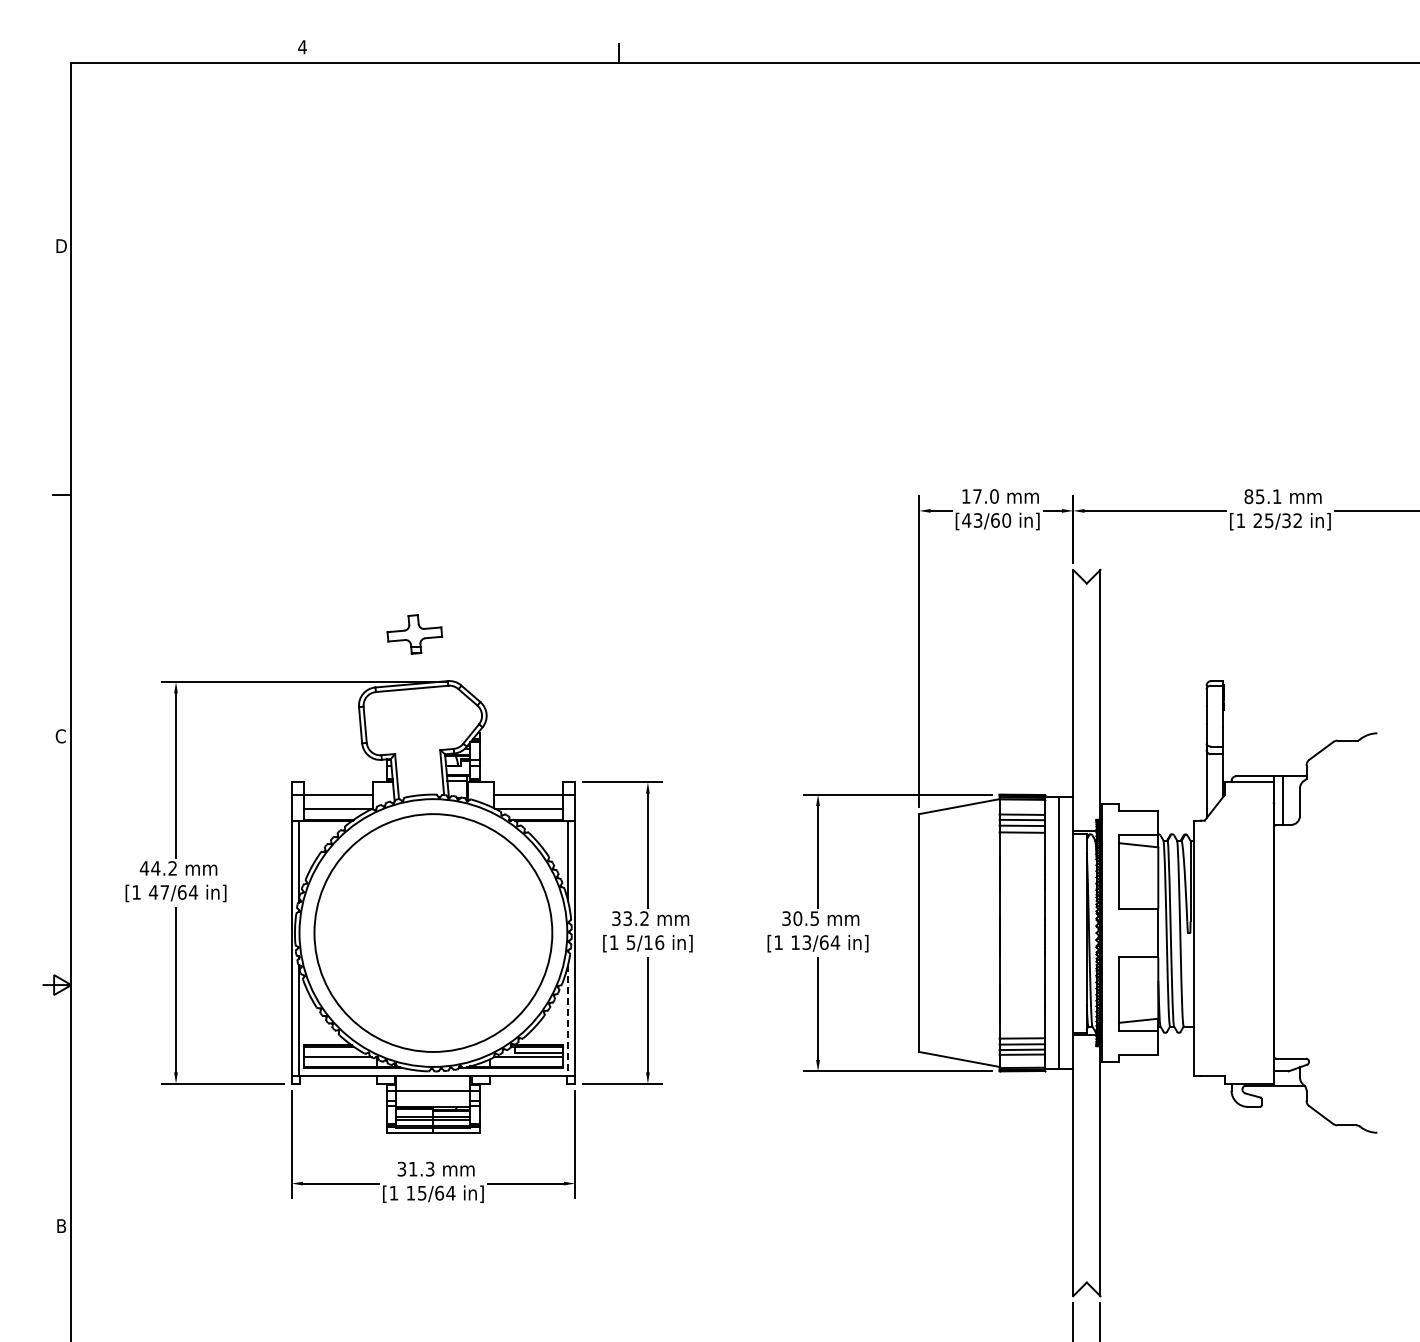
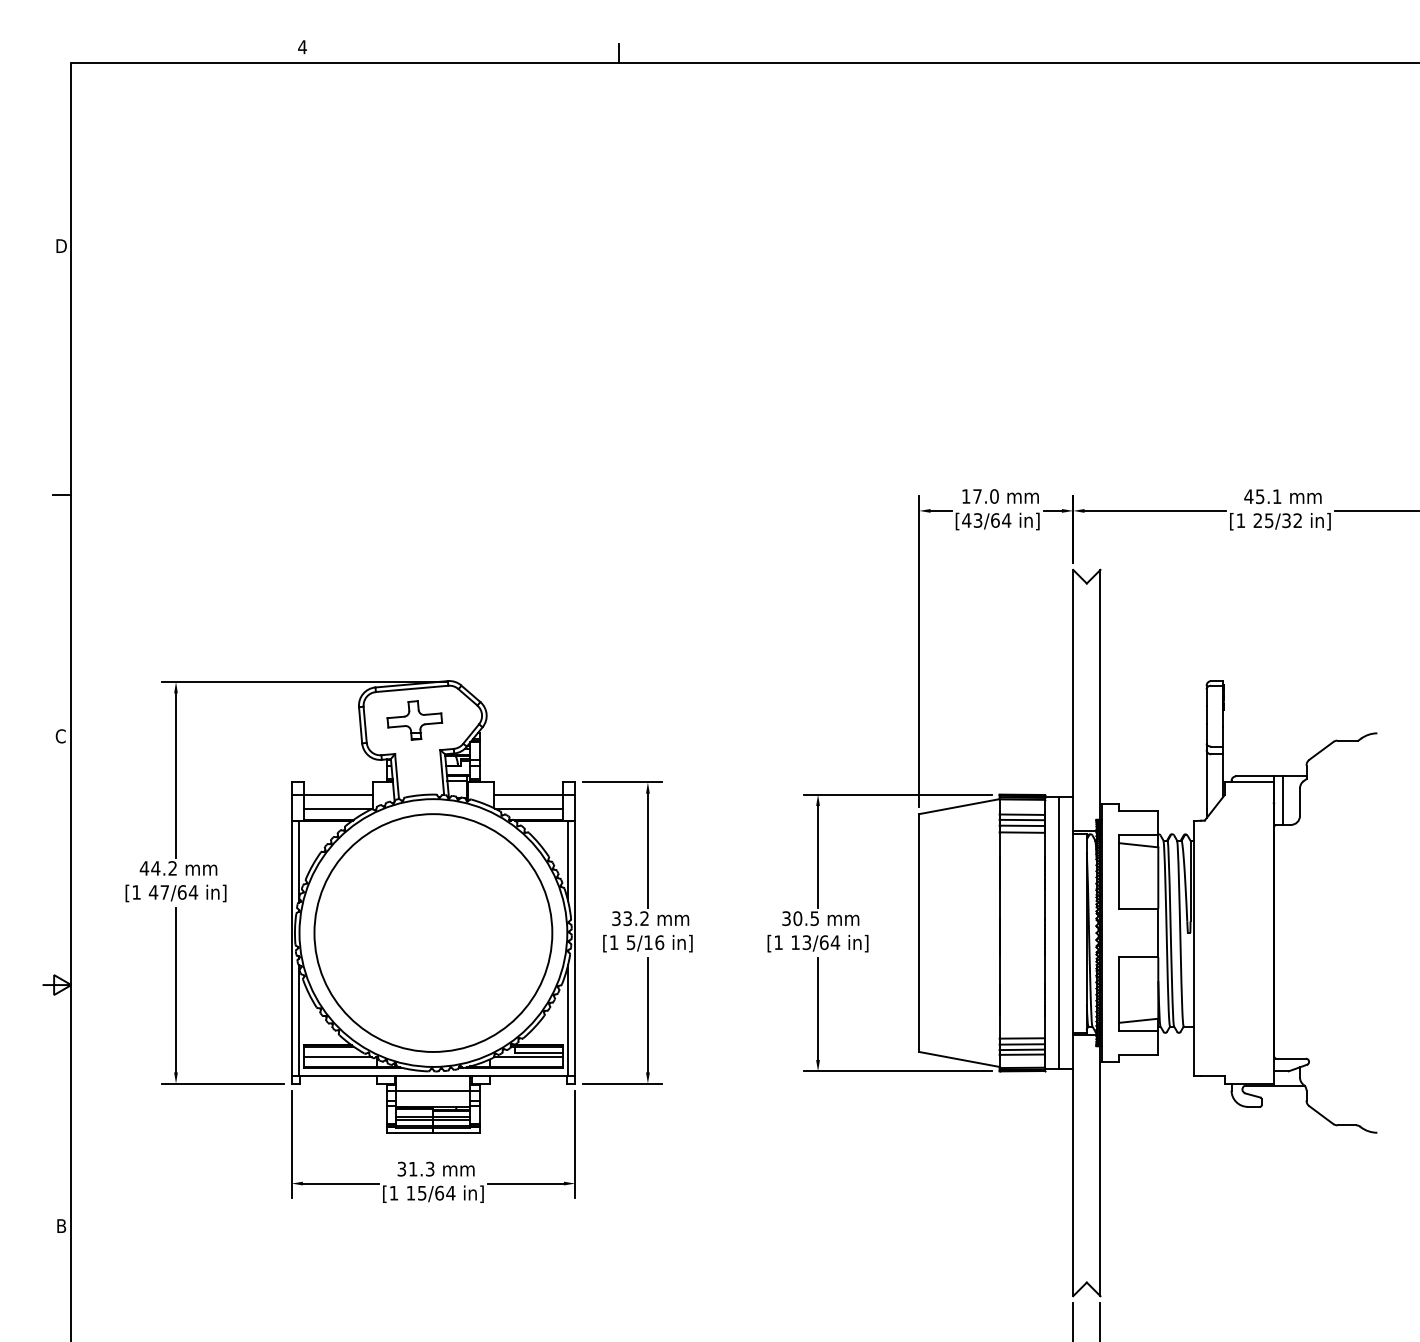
text at (1248, 496): 85.1 -> 45.1
text at (1006, 520): [43/60 -> [43/64
part at (414, 634) position: (414, 634) -> (414, 720)
line at (568, 1021): dashed -> solid
